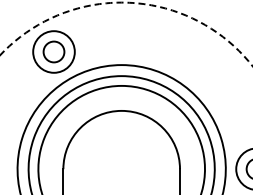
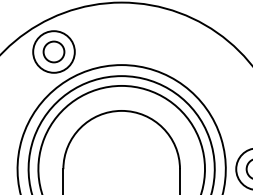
arc at (129, 2): dashed -> solid
